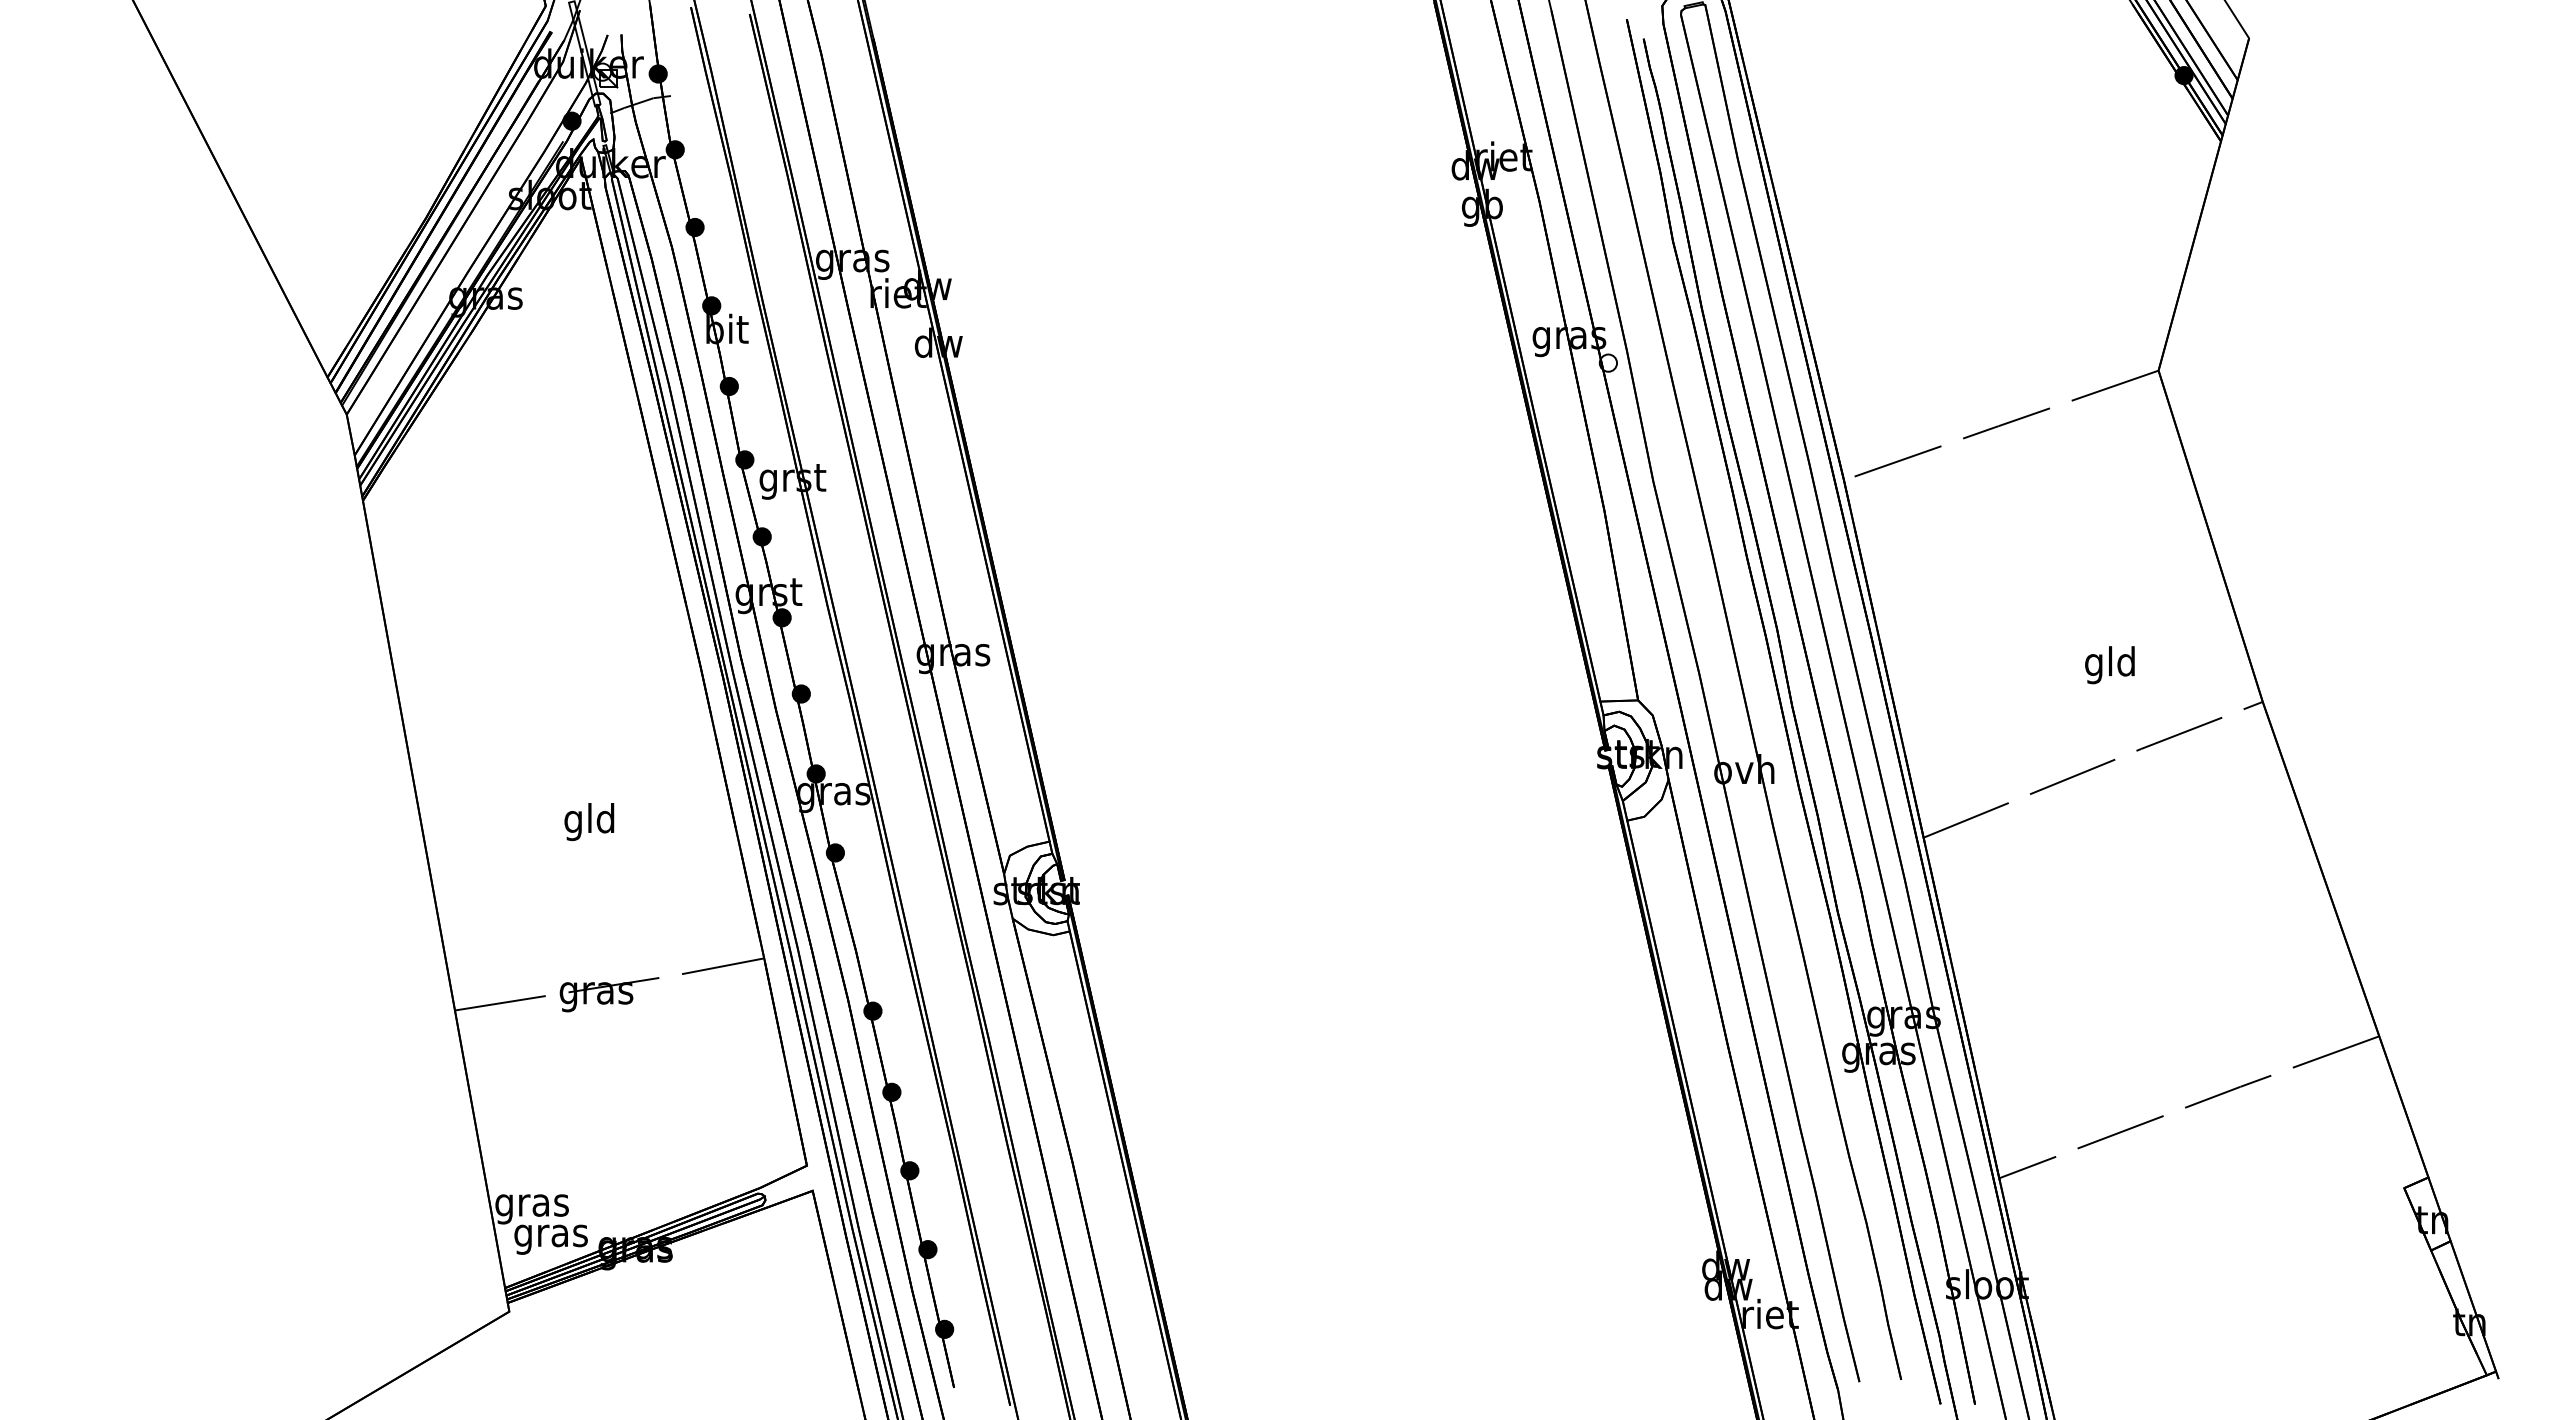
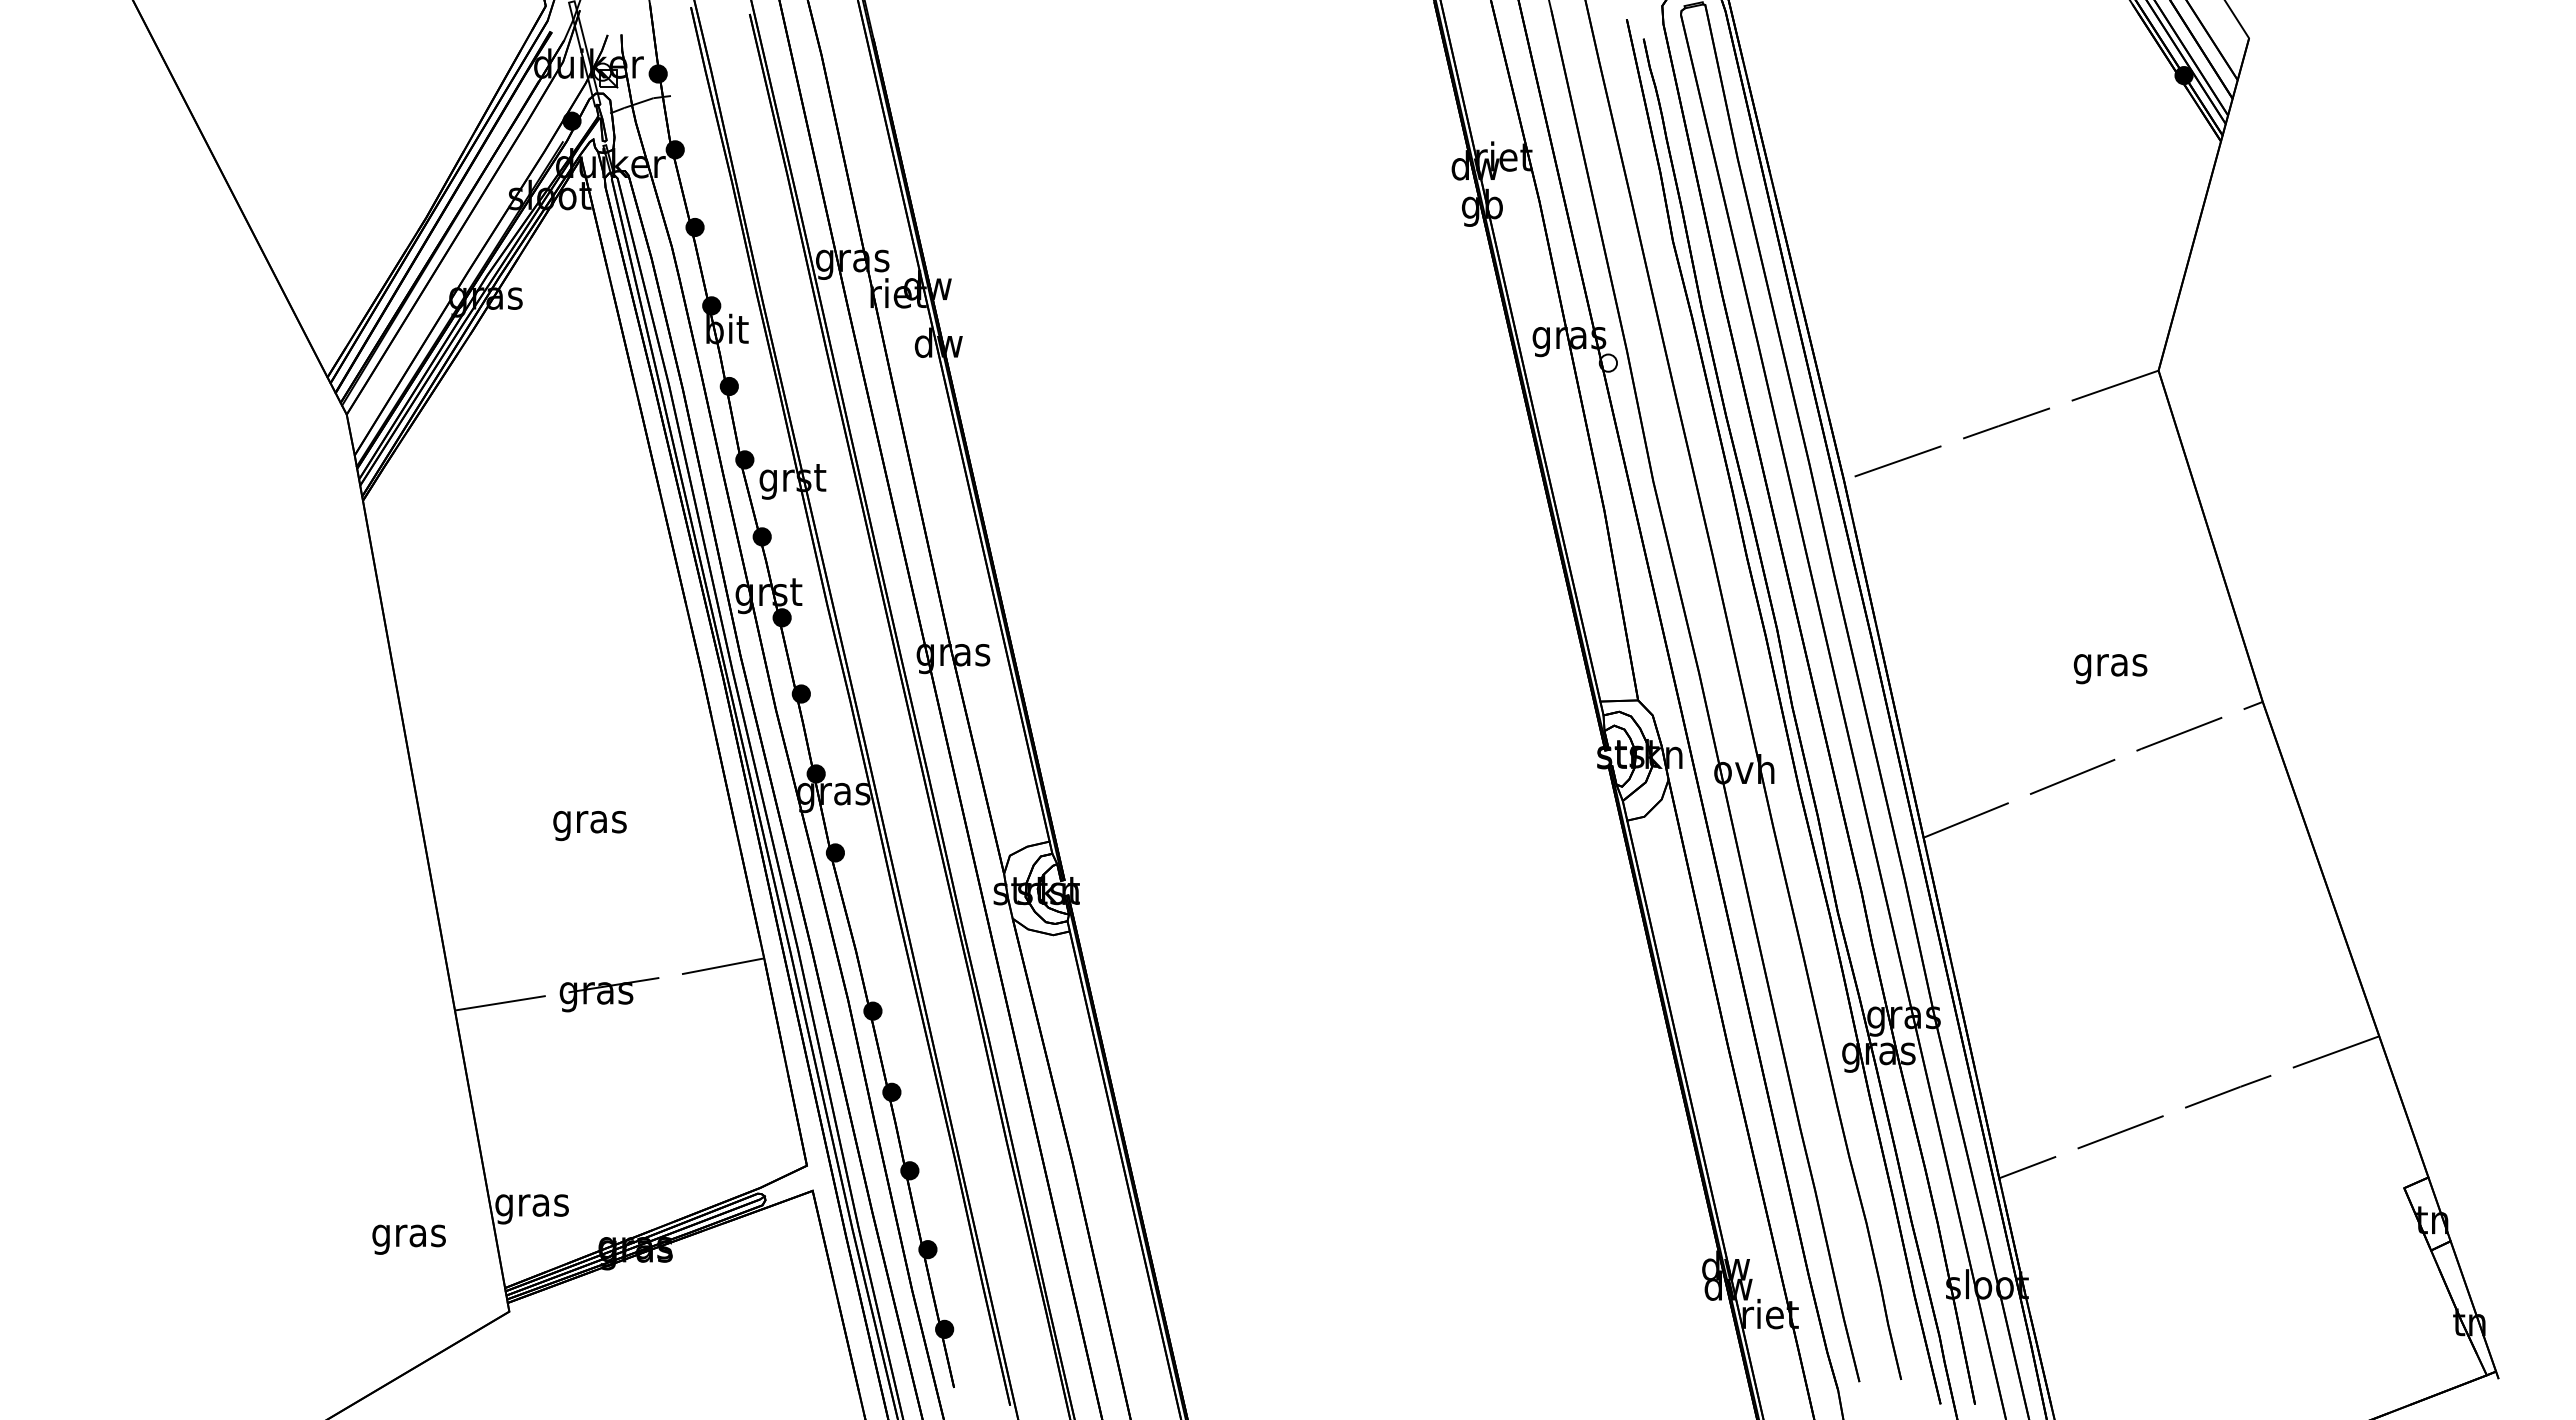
text at (2110, 665): gld -> gras
text at (589, 822): gld -> gras
text at (550, 1239) position: (550, 1239) -> (408, 1239)
